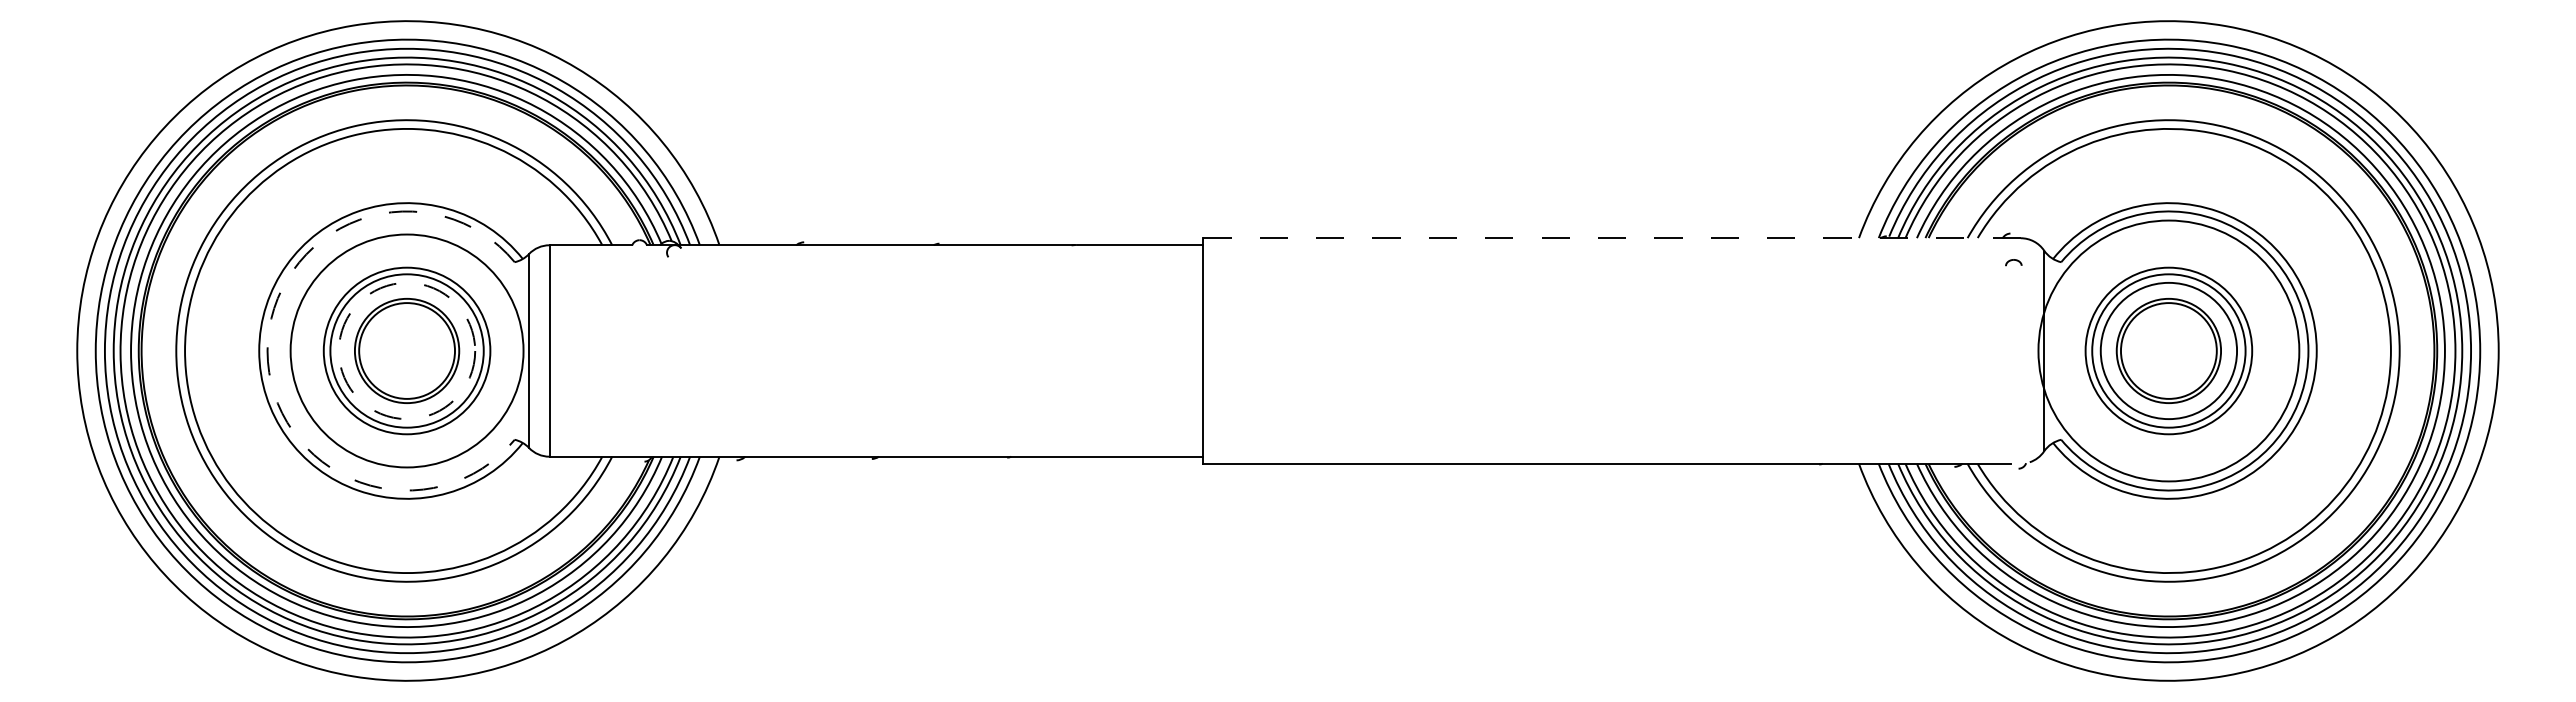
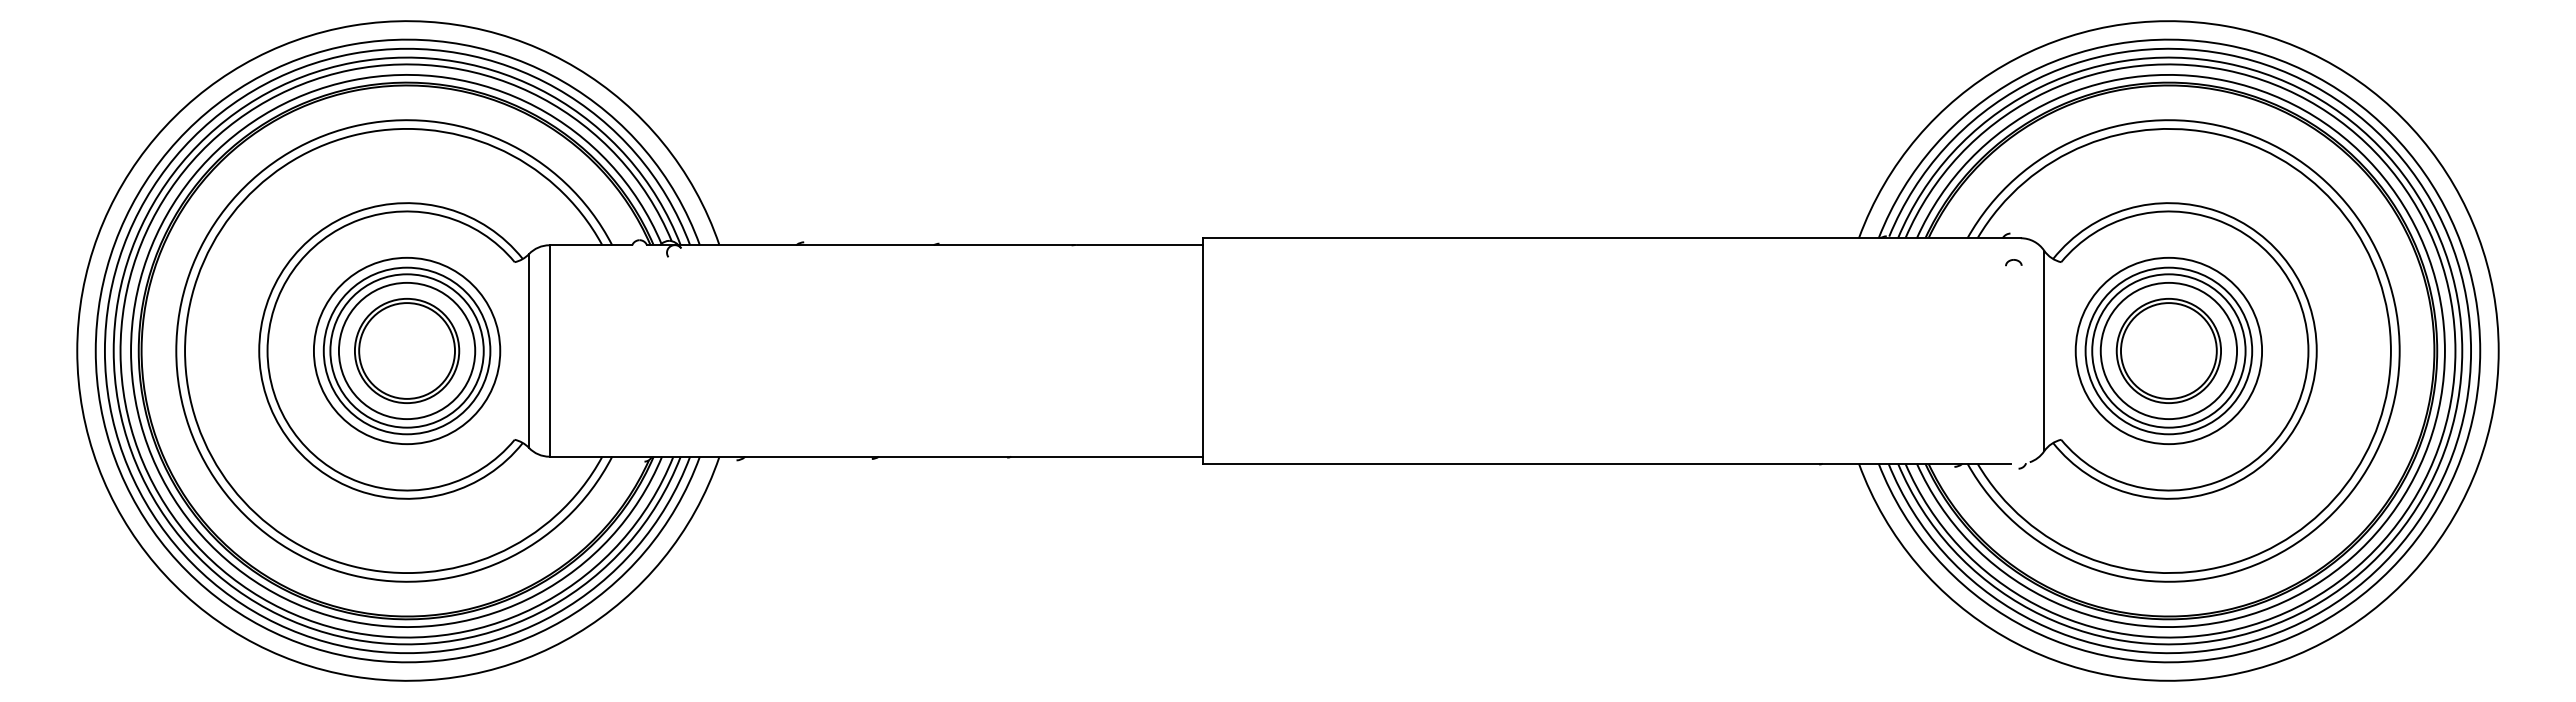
line at (1612, 238): dashed -> solid
circle at (406, 350) diameter: 233 px -> 186 px
circle at (406, 350): dashed -> solid
circle at (2168, 350) diameter: 261 px -> 186 px
arc at (267, 351): dashed -> solid
